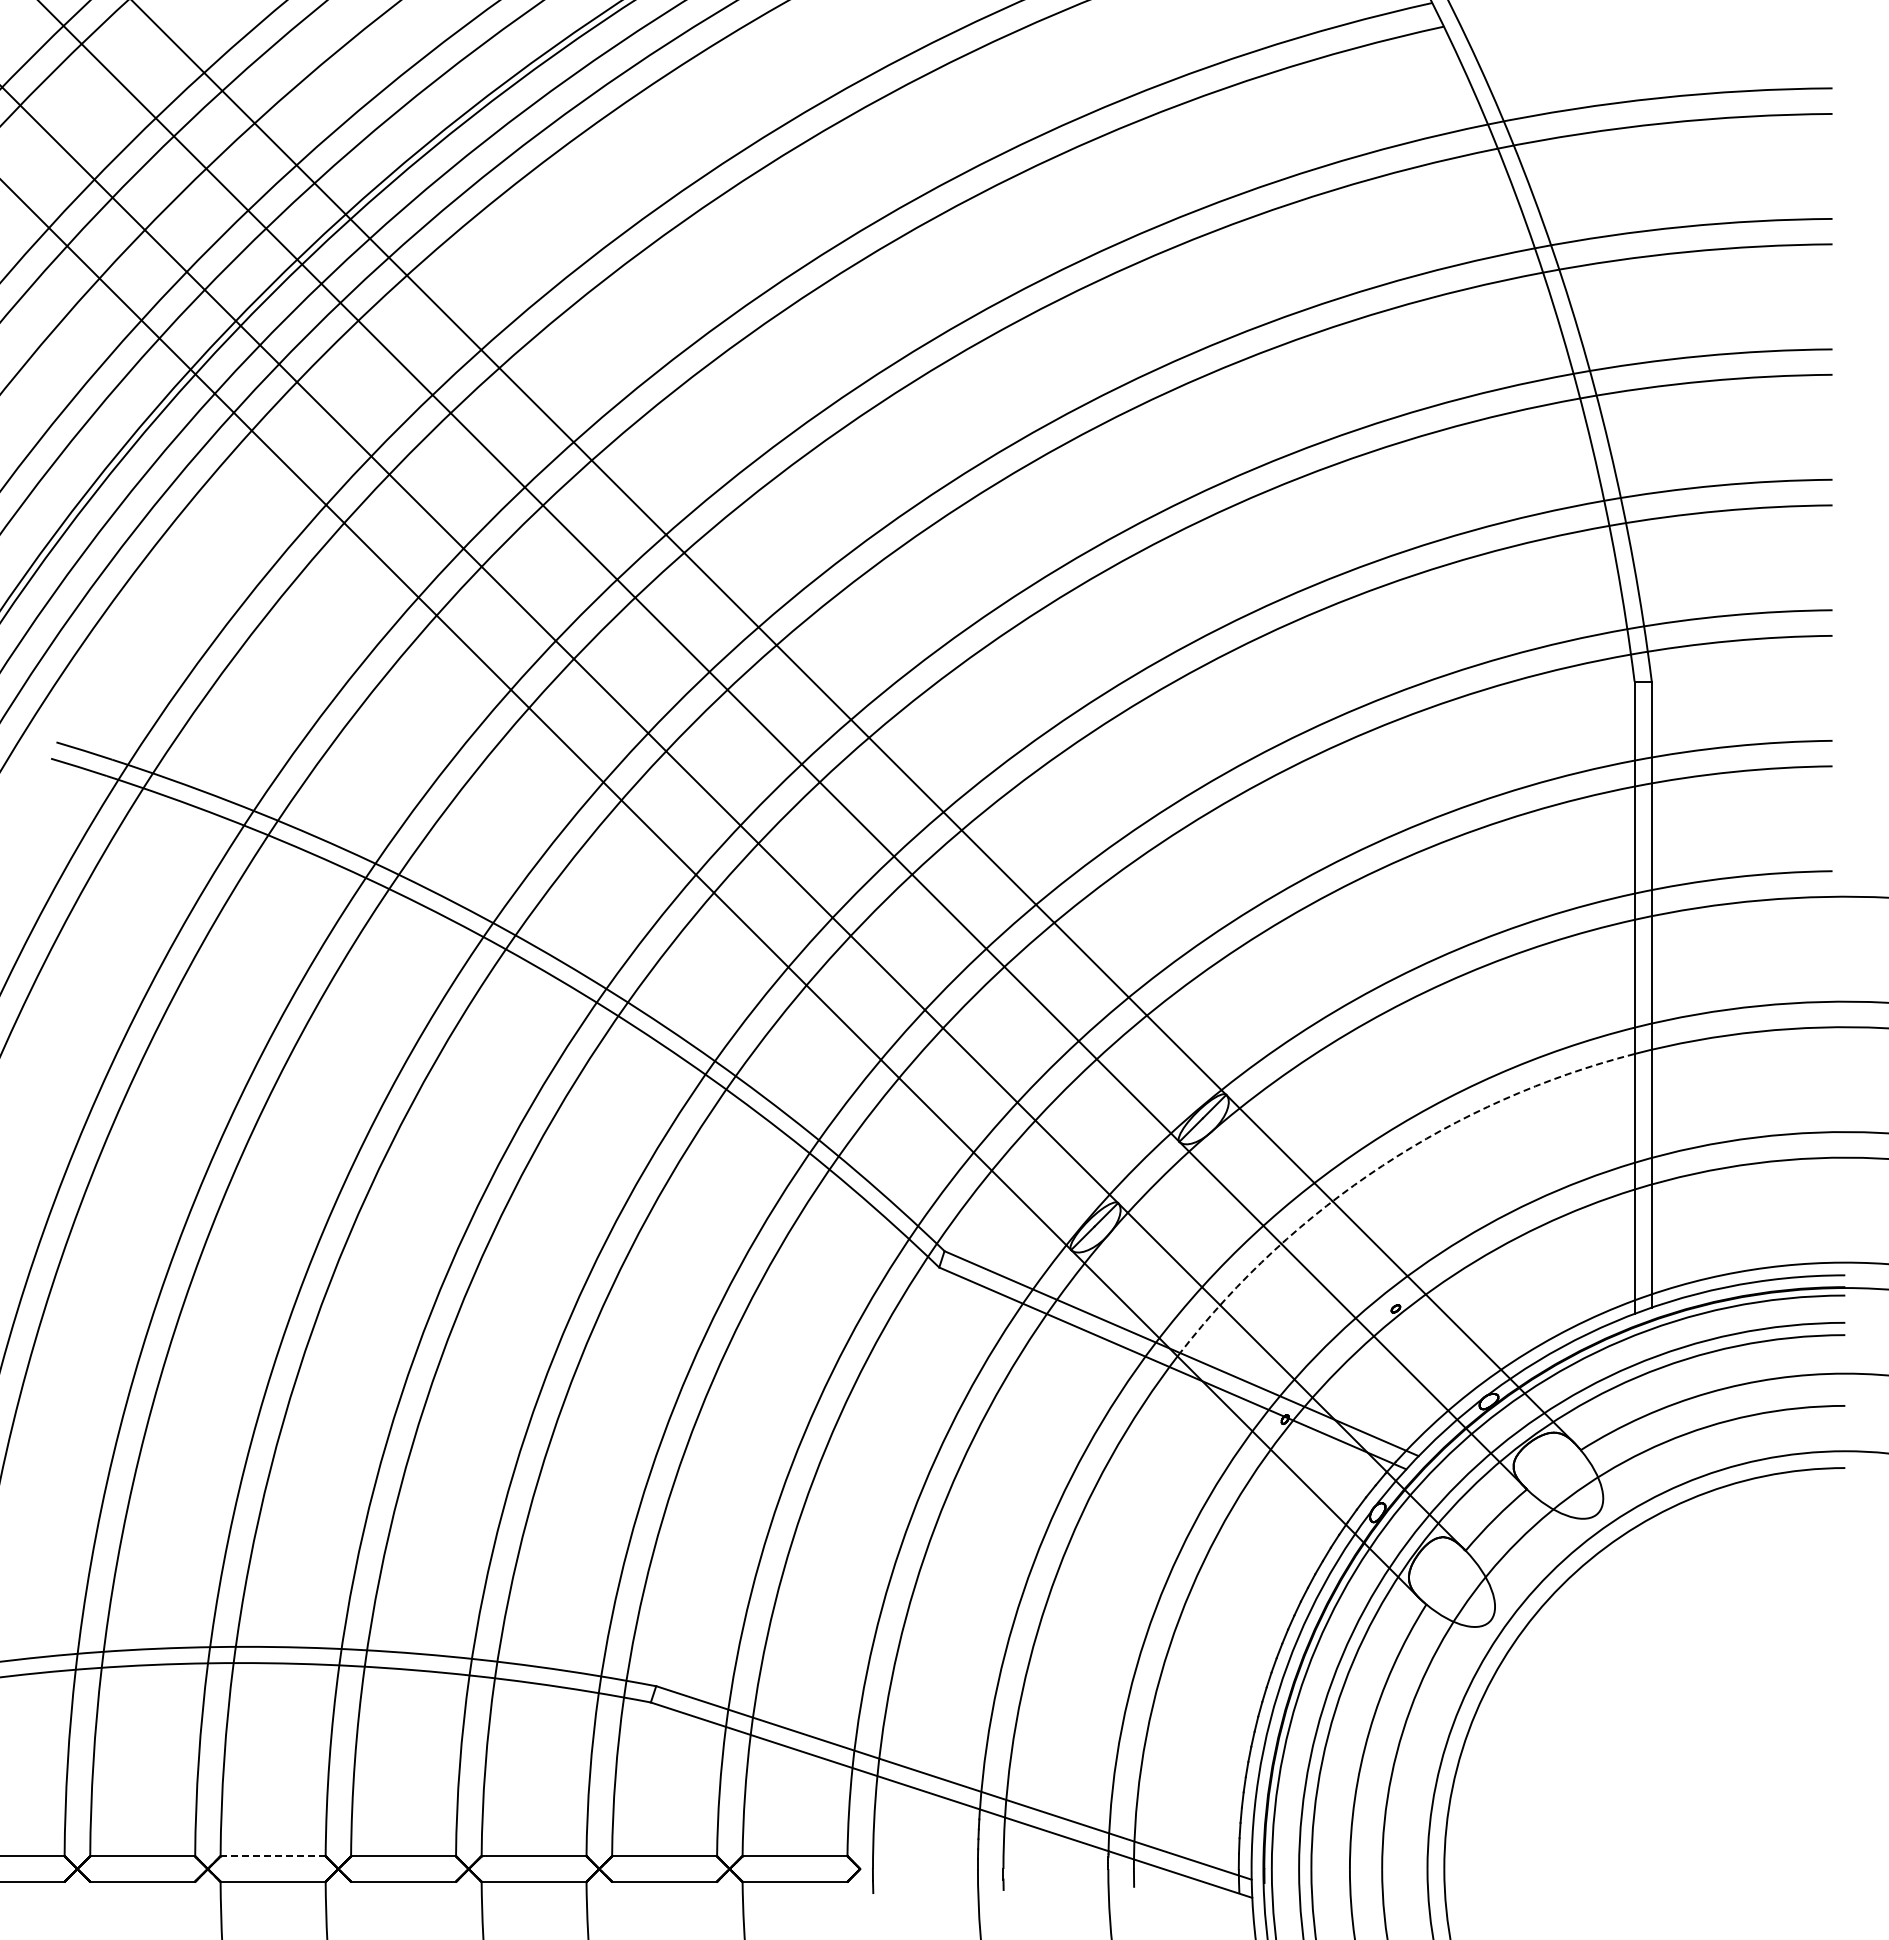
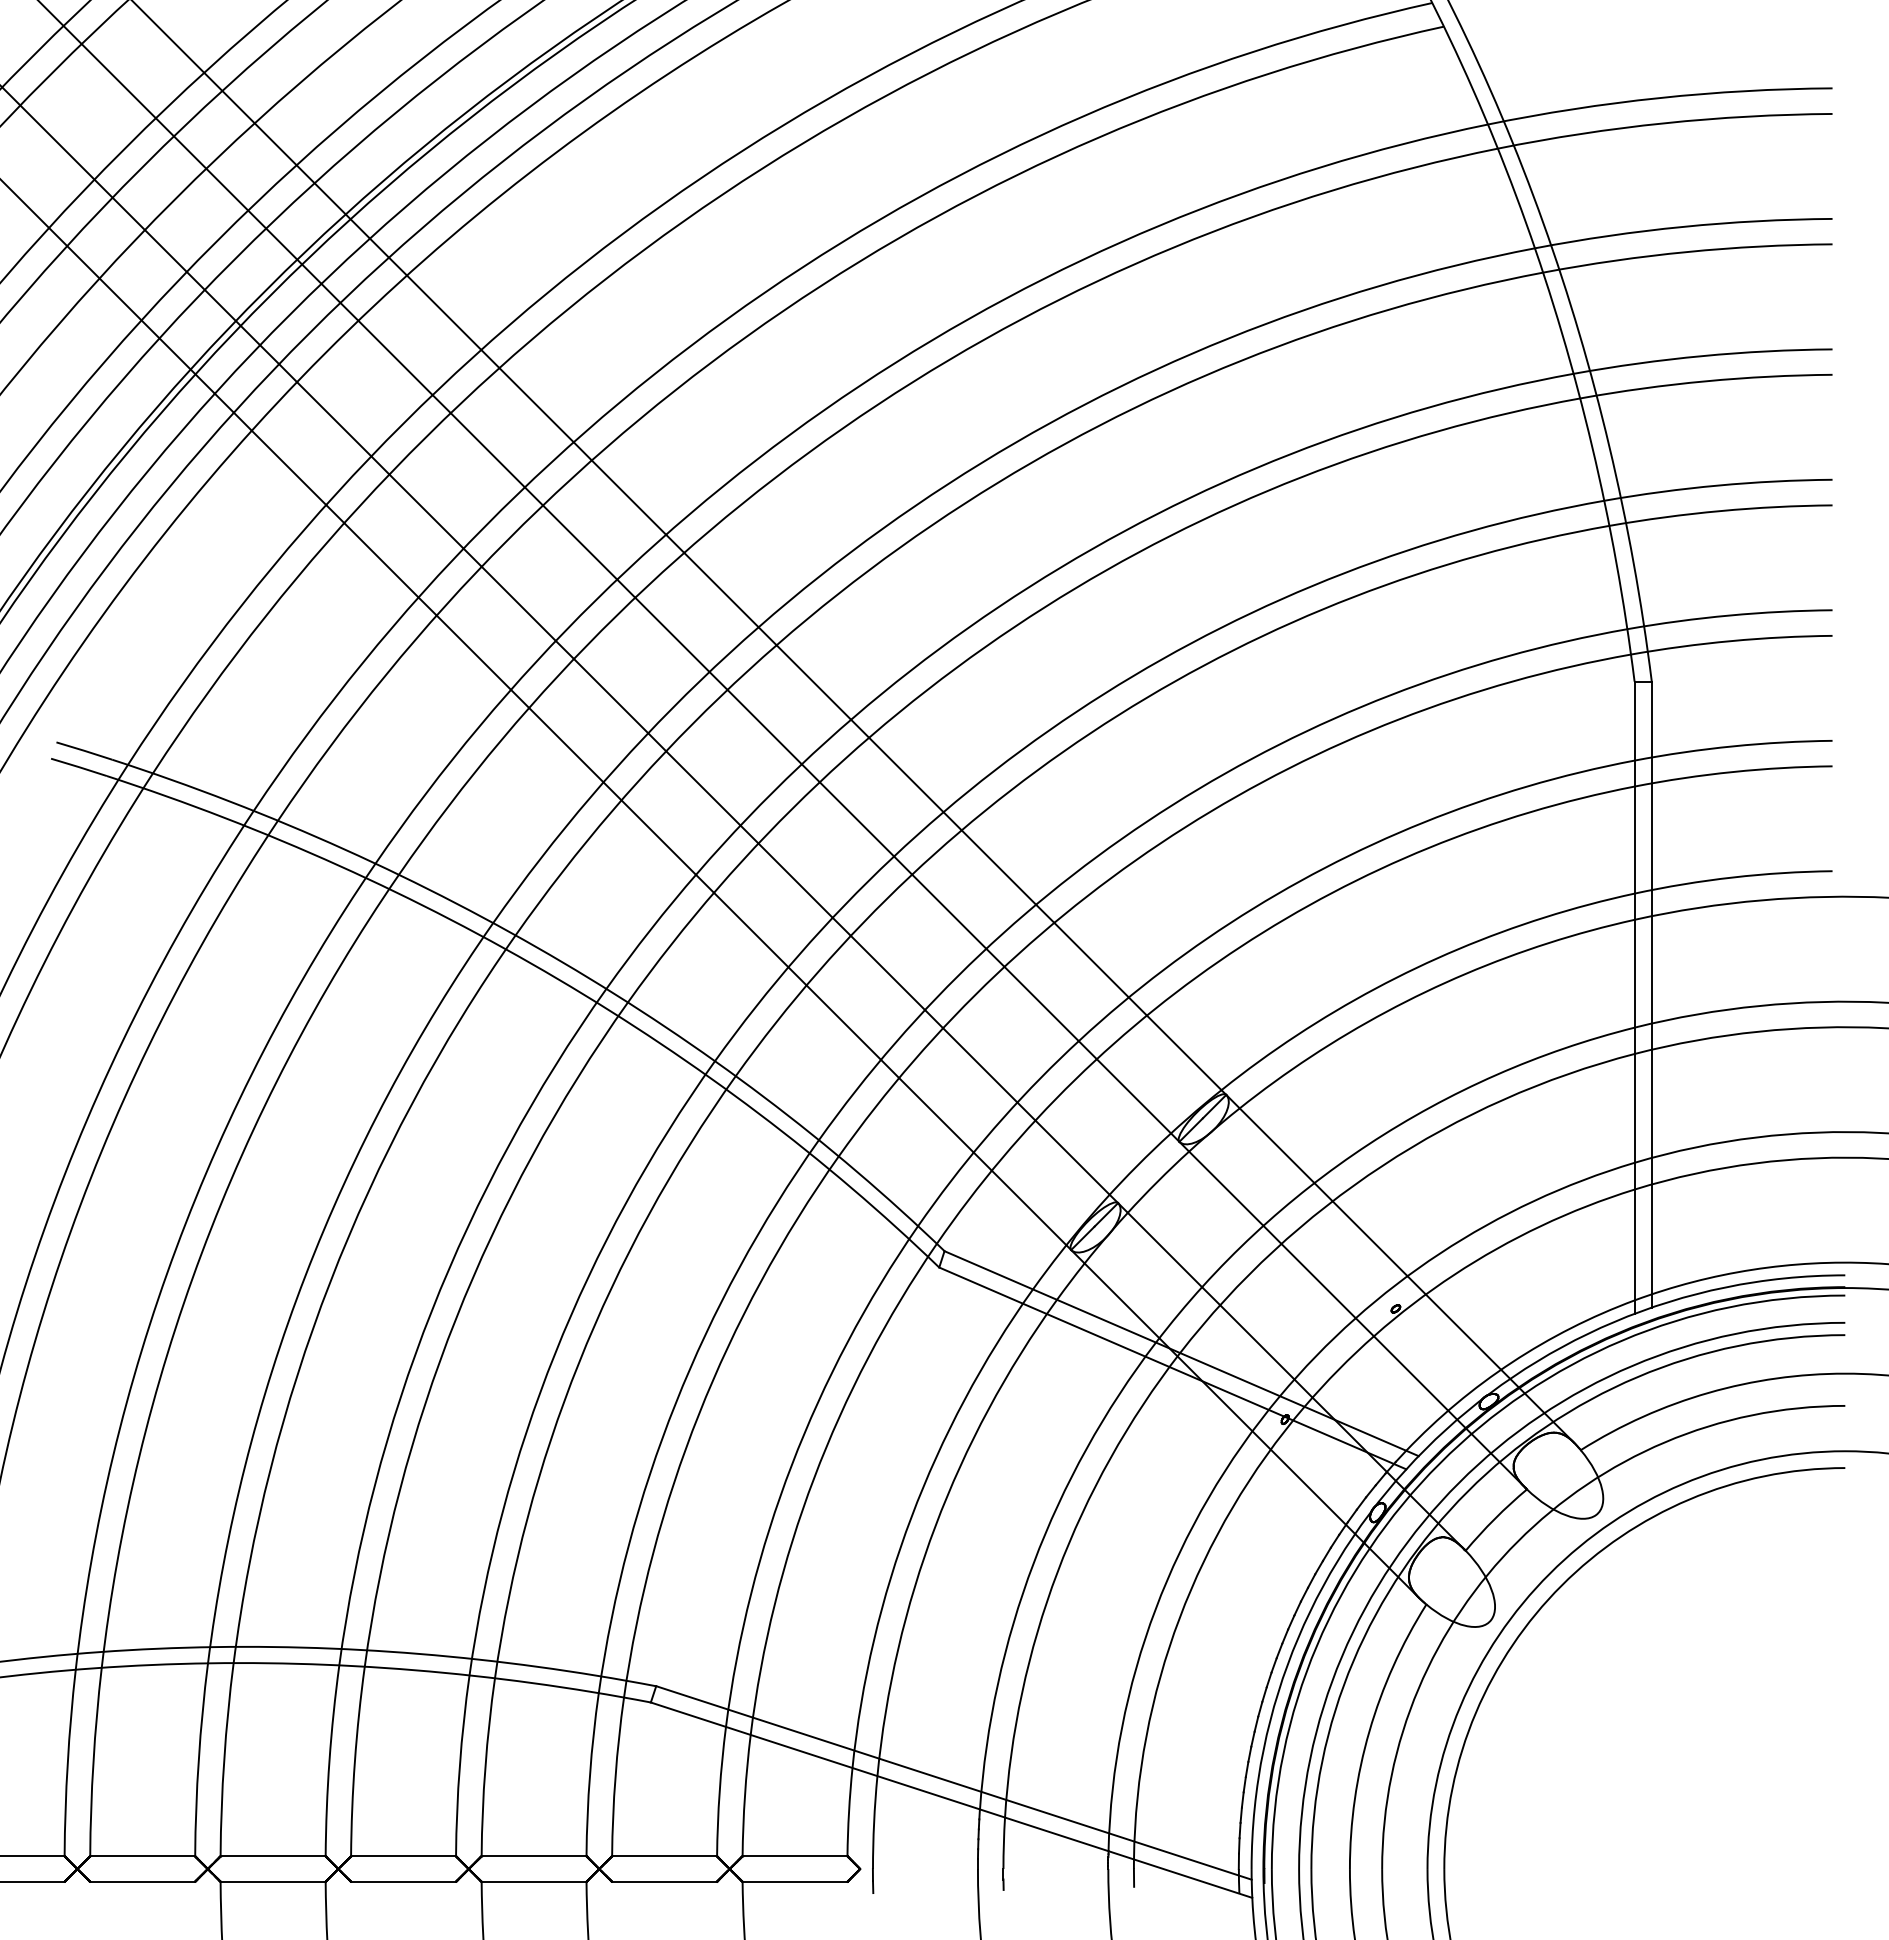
arc at (1382, 1165): dashed -> solid
line at (272, 1856): dashed -> solid
